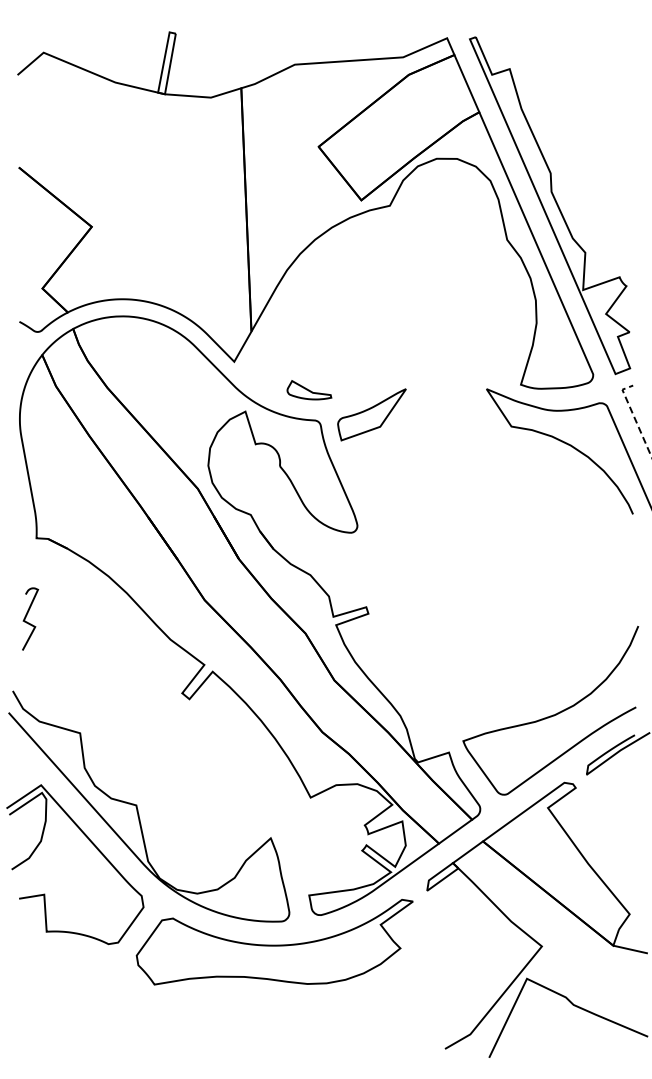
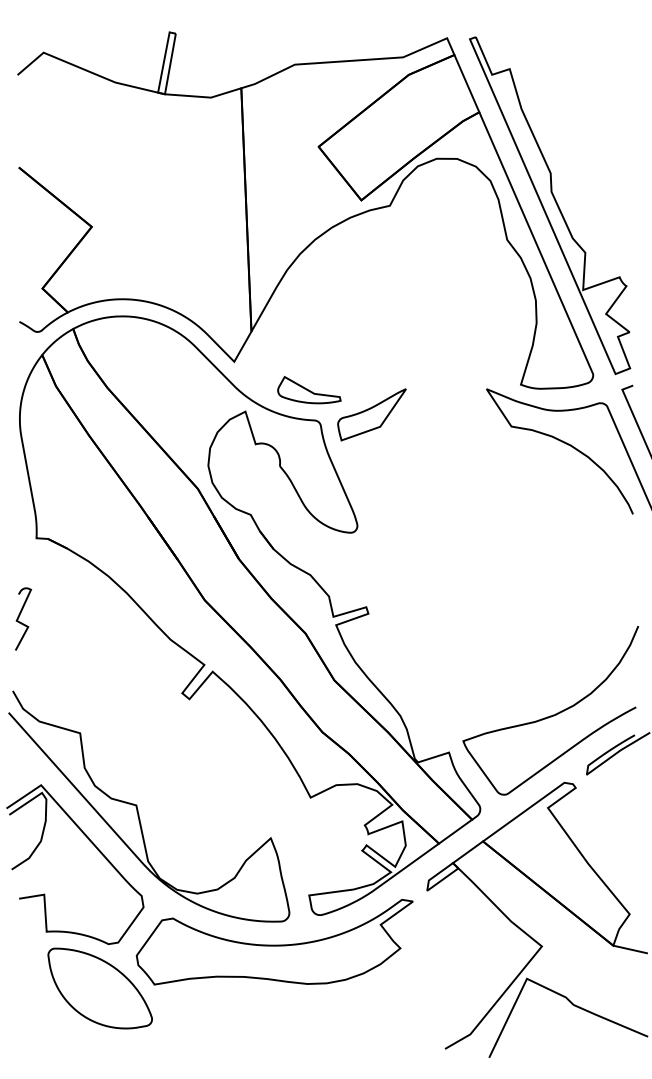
part at (309, 390) size: 47x21 px -> 65x29 px
line at (634, 417): dashed -> solid
curve at (26, 617) position: (26, 617) -> (19, 617)
part at (99, 988): none -> present
